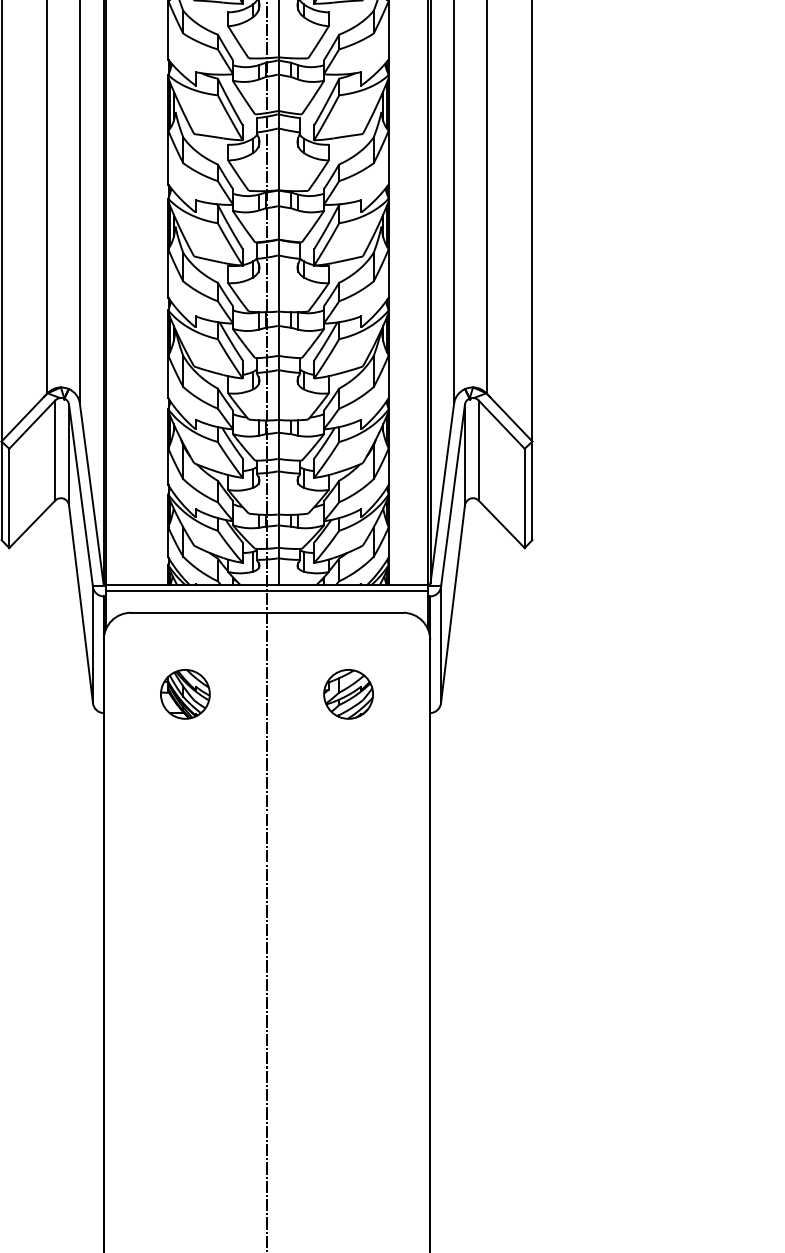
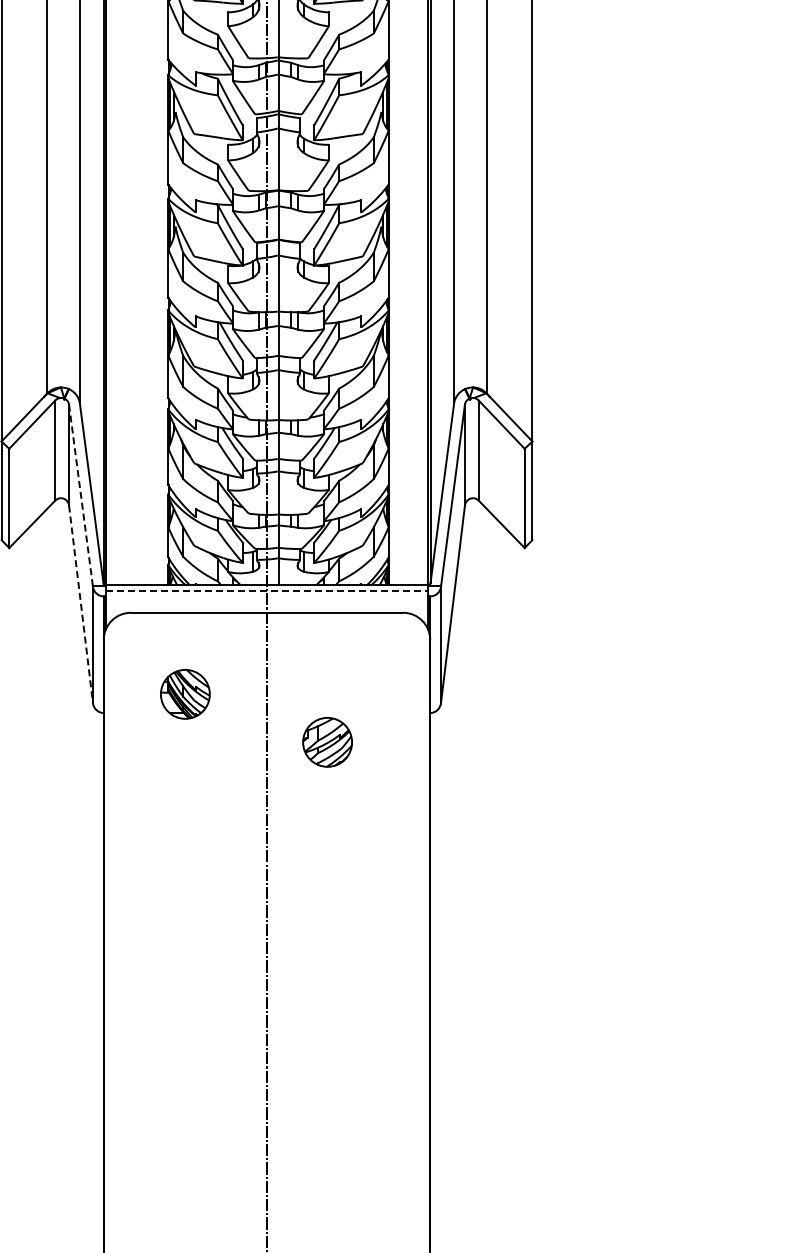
line at (81, 495): solid -> dashed
line at (267, 590): solid -> dashed
line at (81, 604): solid -> dashed
part at (348, 694) position: (348, 694) -> (327, 742)
